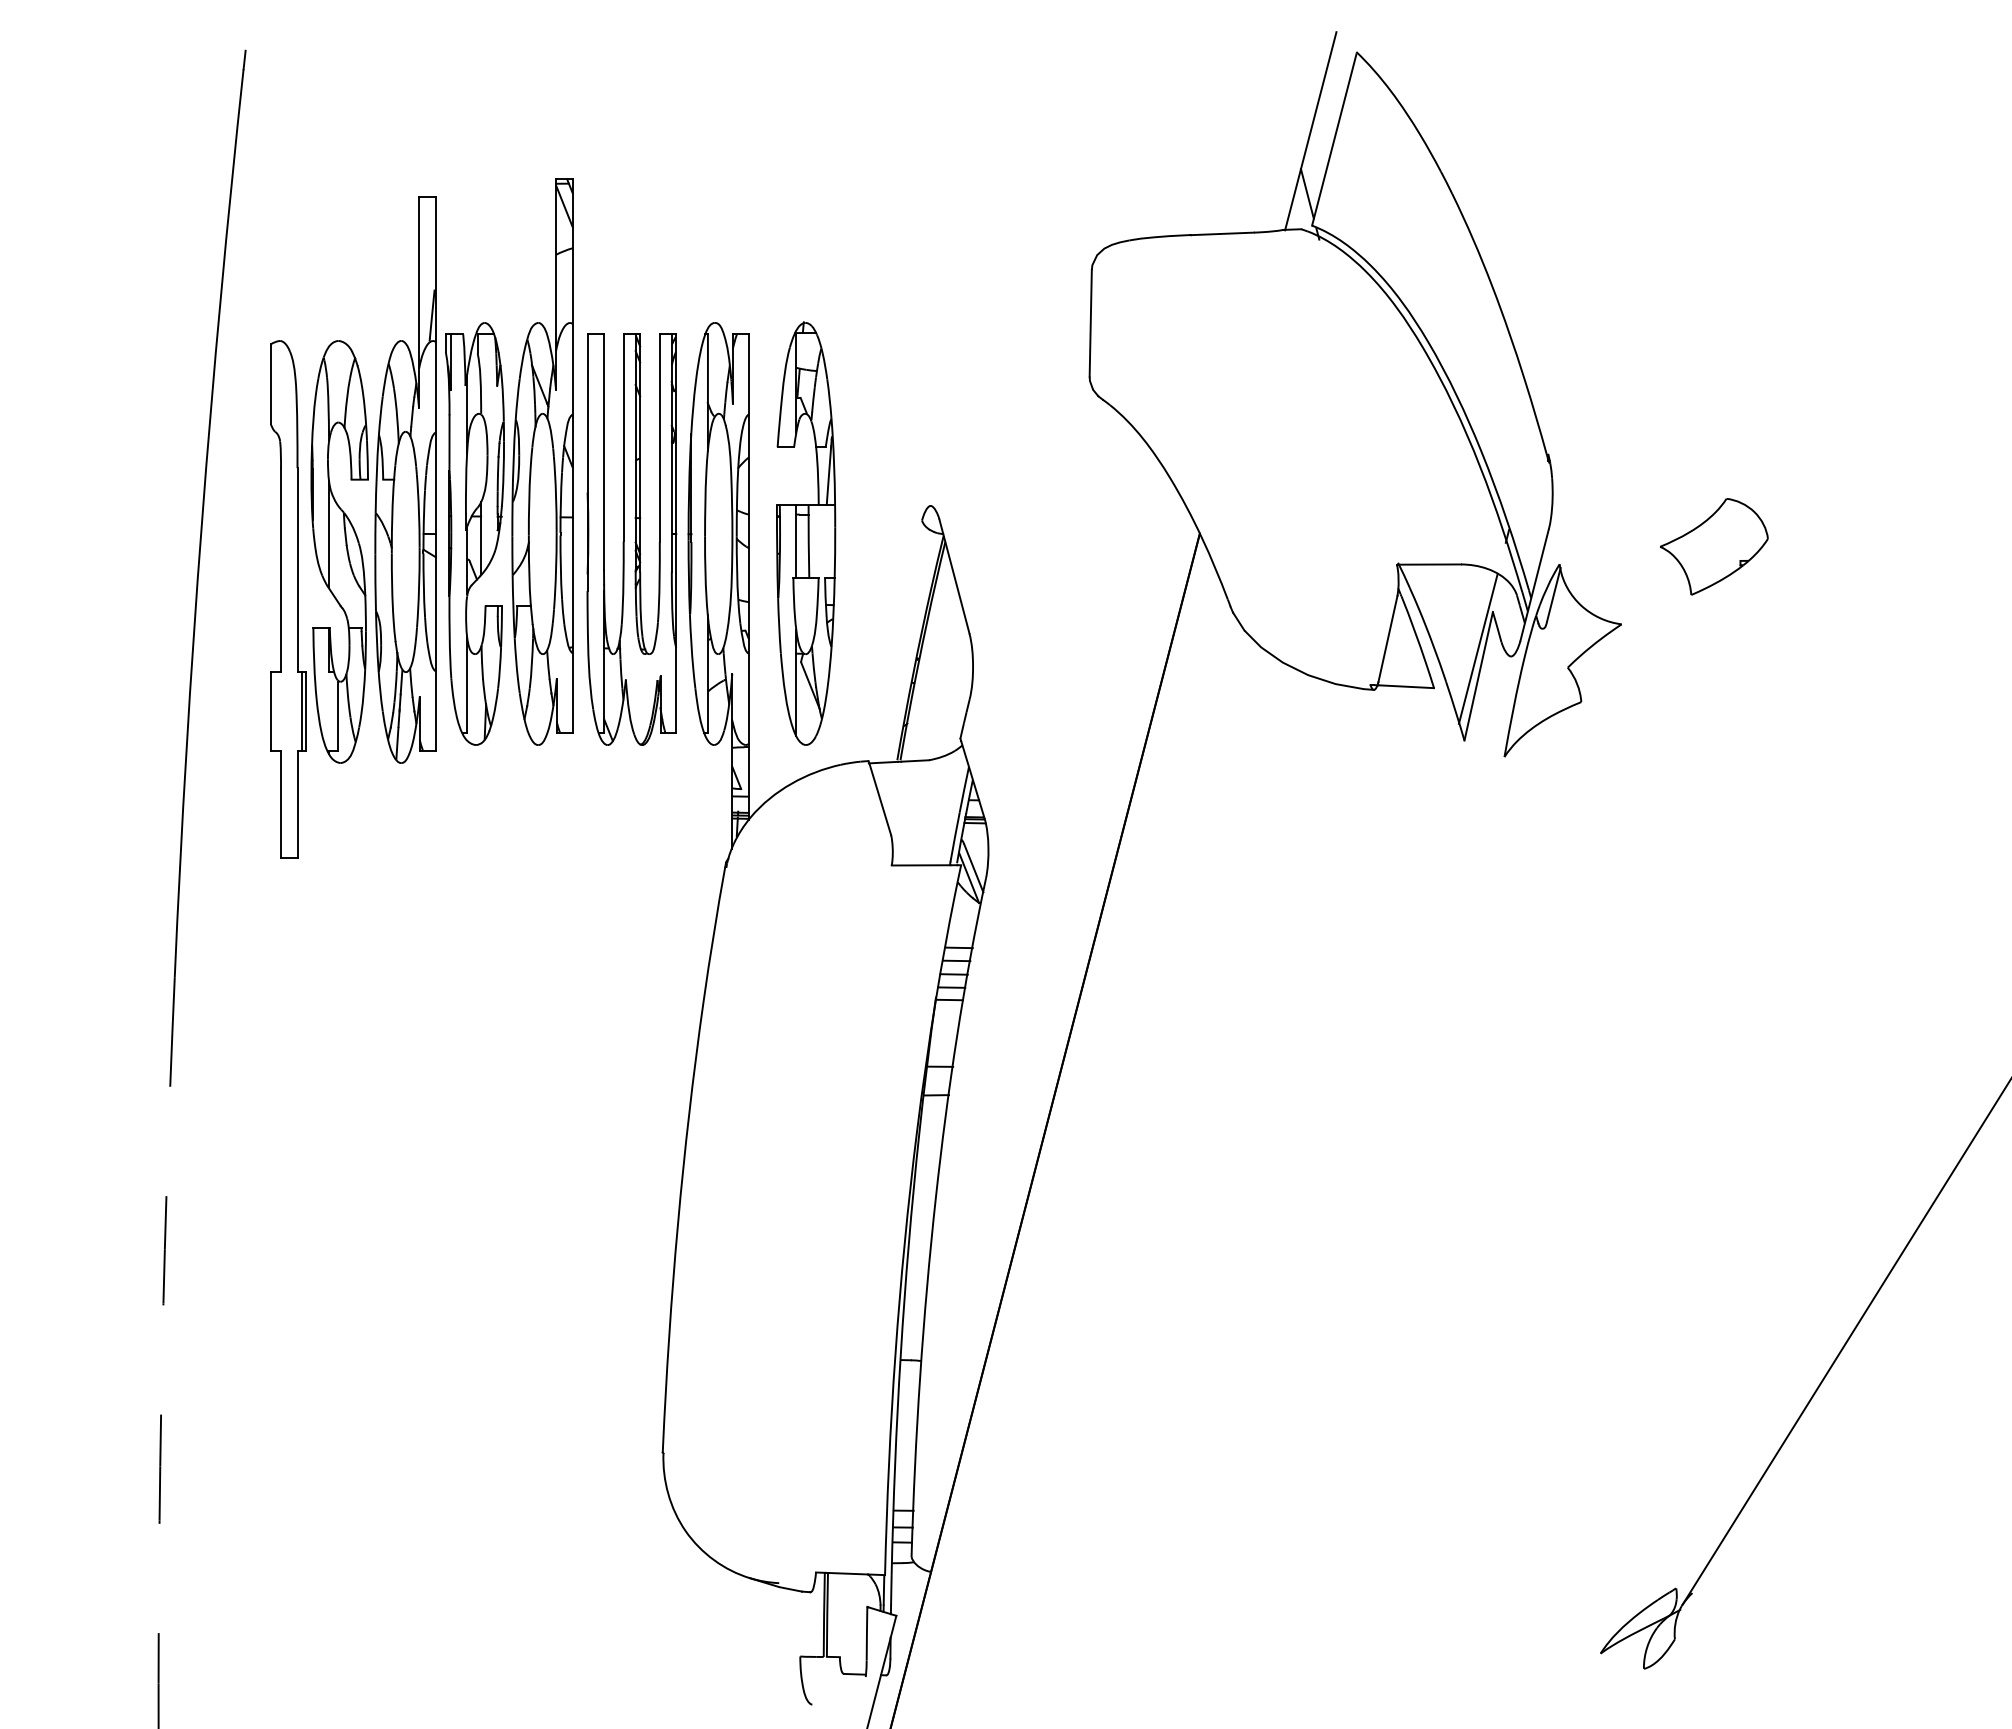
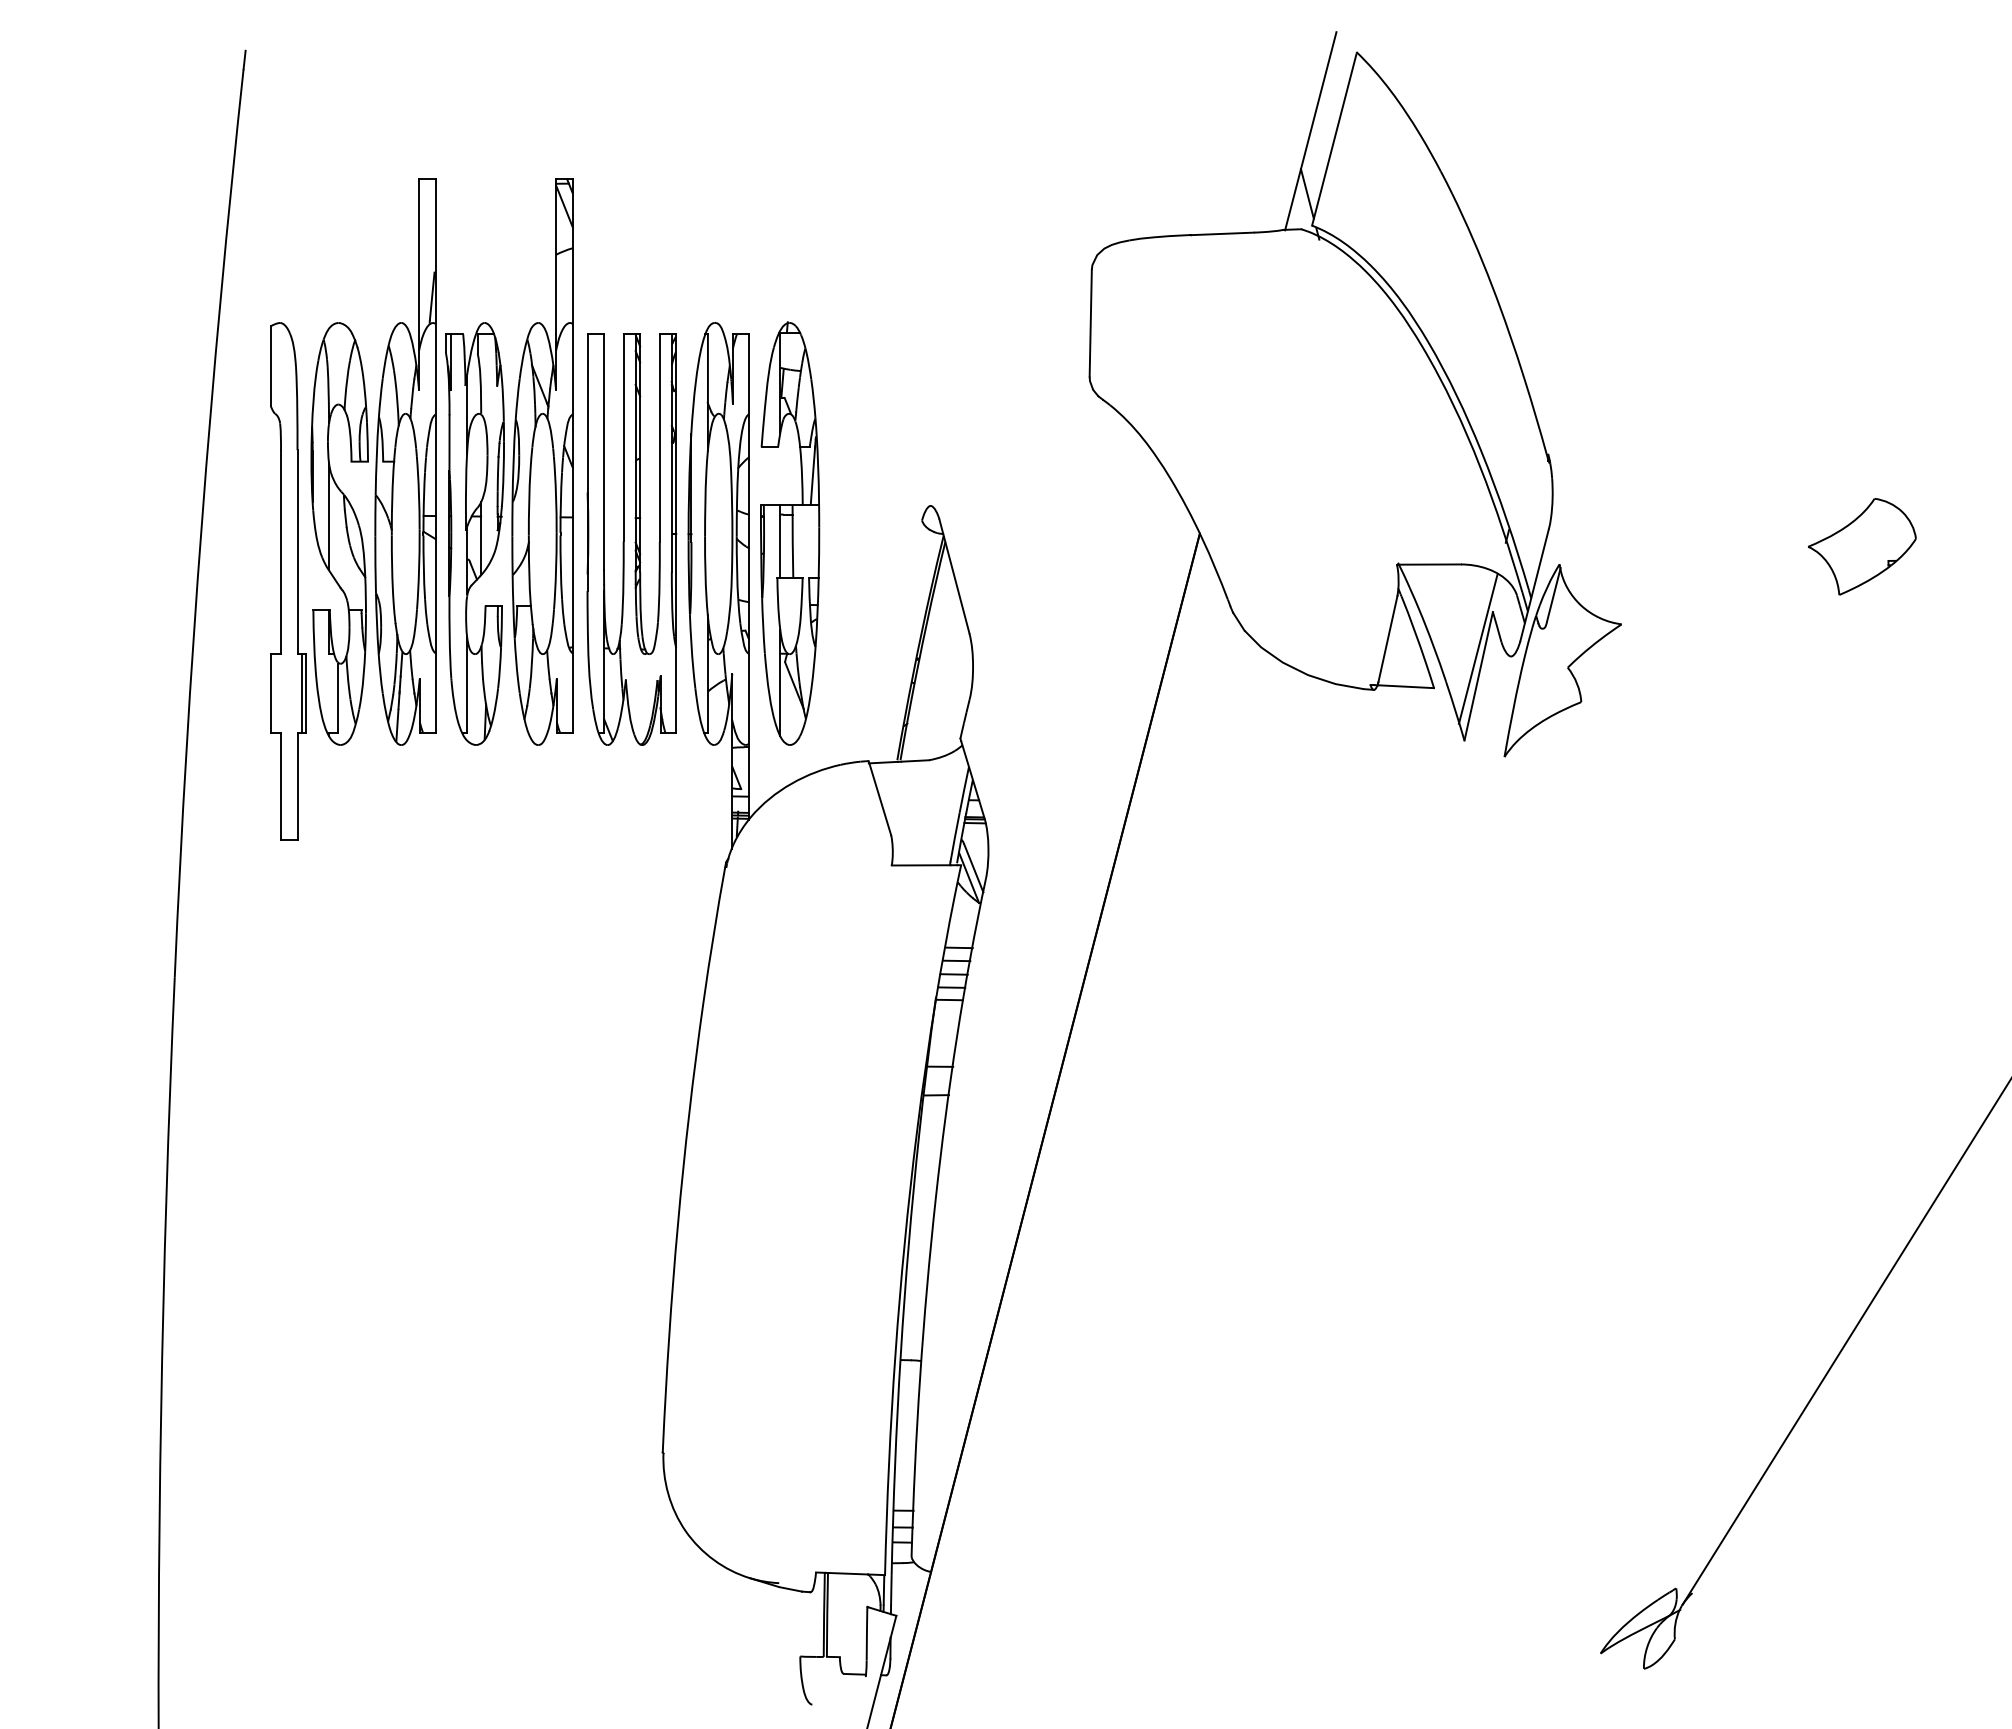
part at (353, 527) position: (353, 527) -> (353, 509)
part at (806, 533) position: (806, 533) -> (790, 533)
part at (1714, 546) position: (1714, 546) -> (1862, 546)
arc at (162, 1353): dashed -> solid
